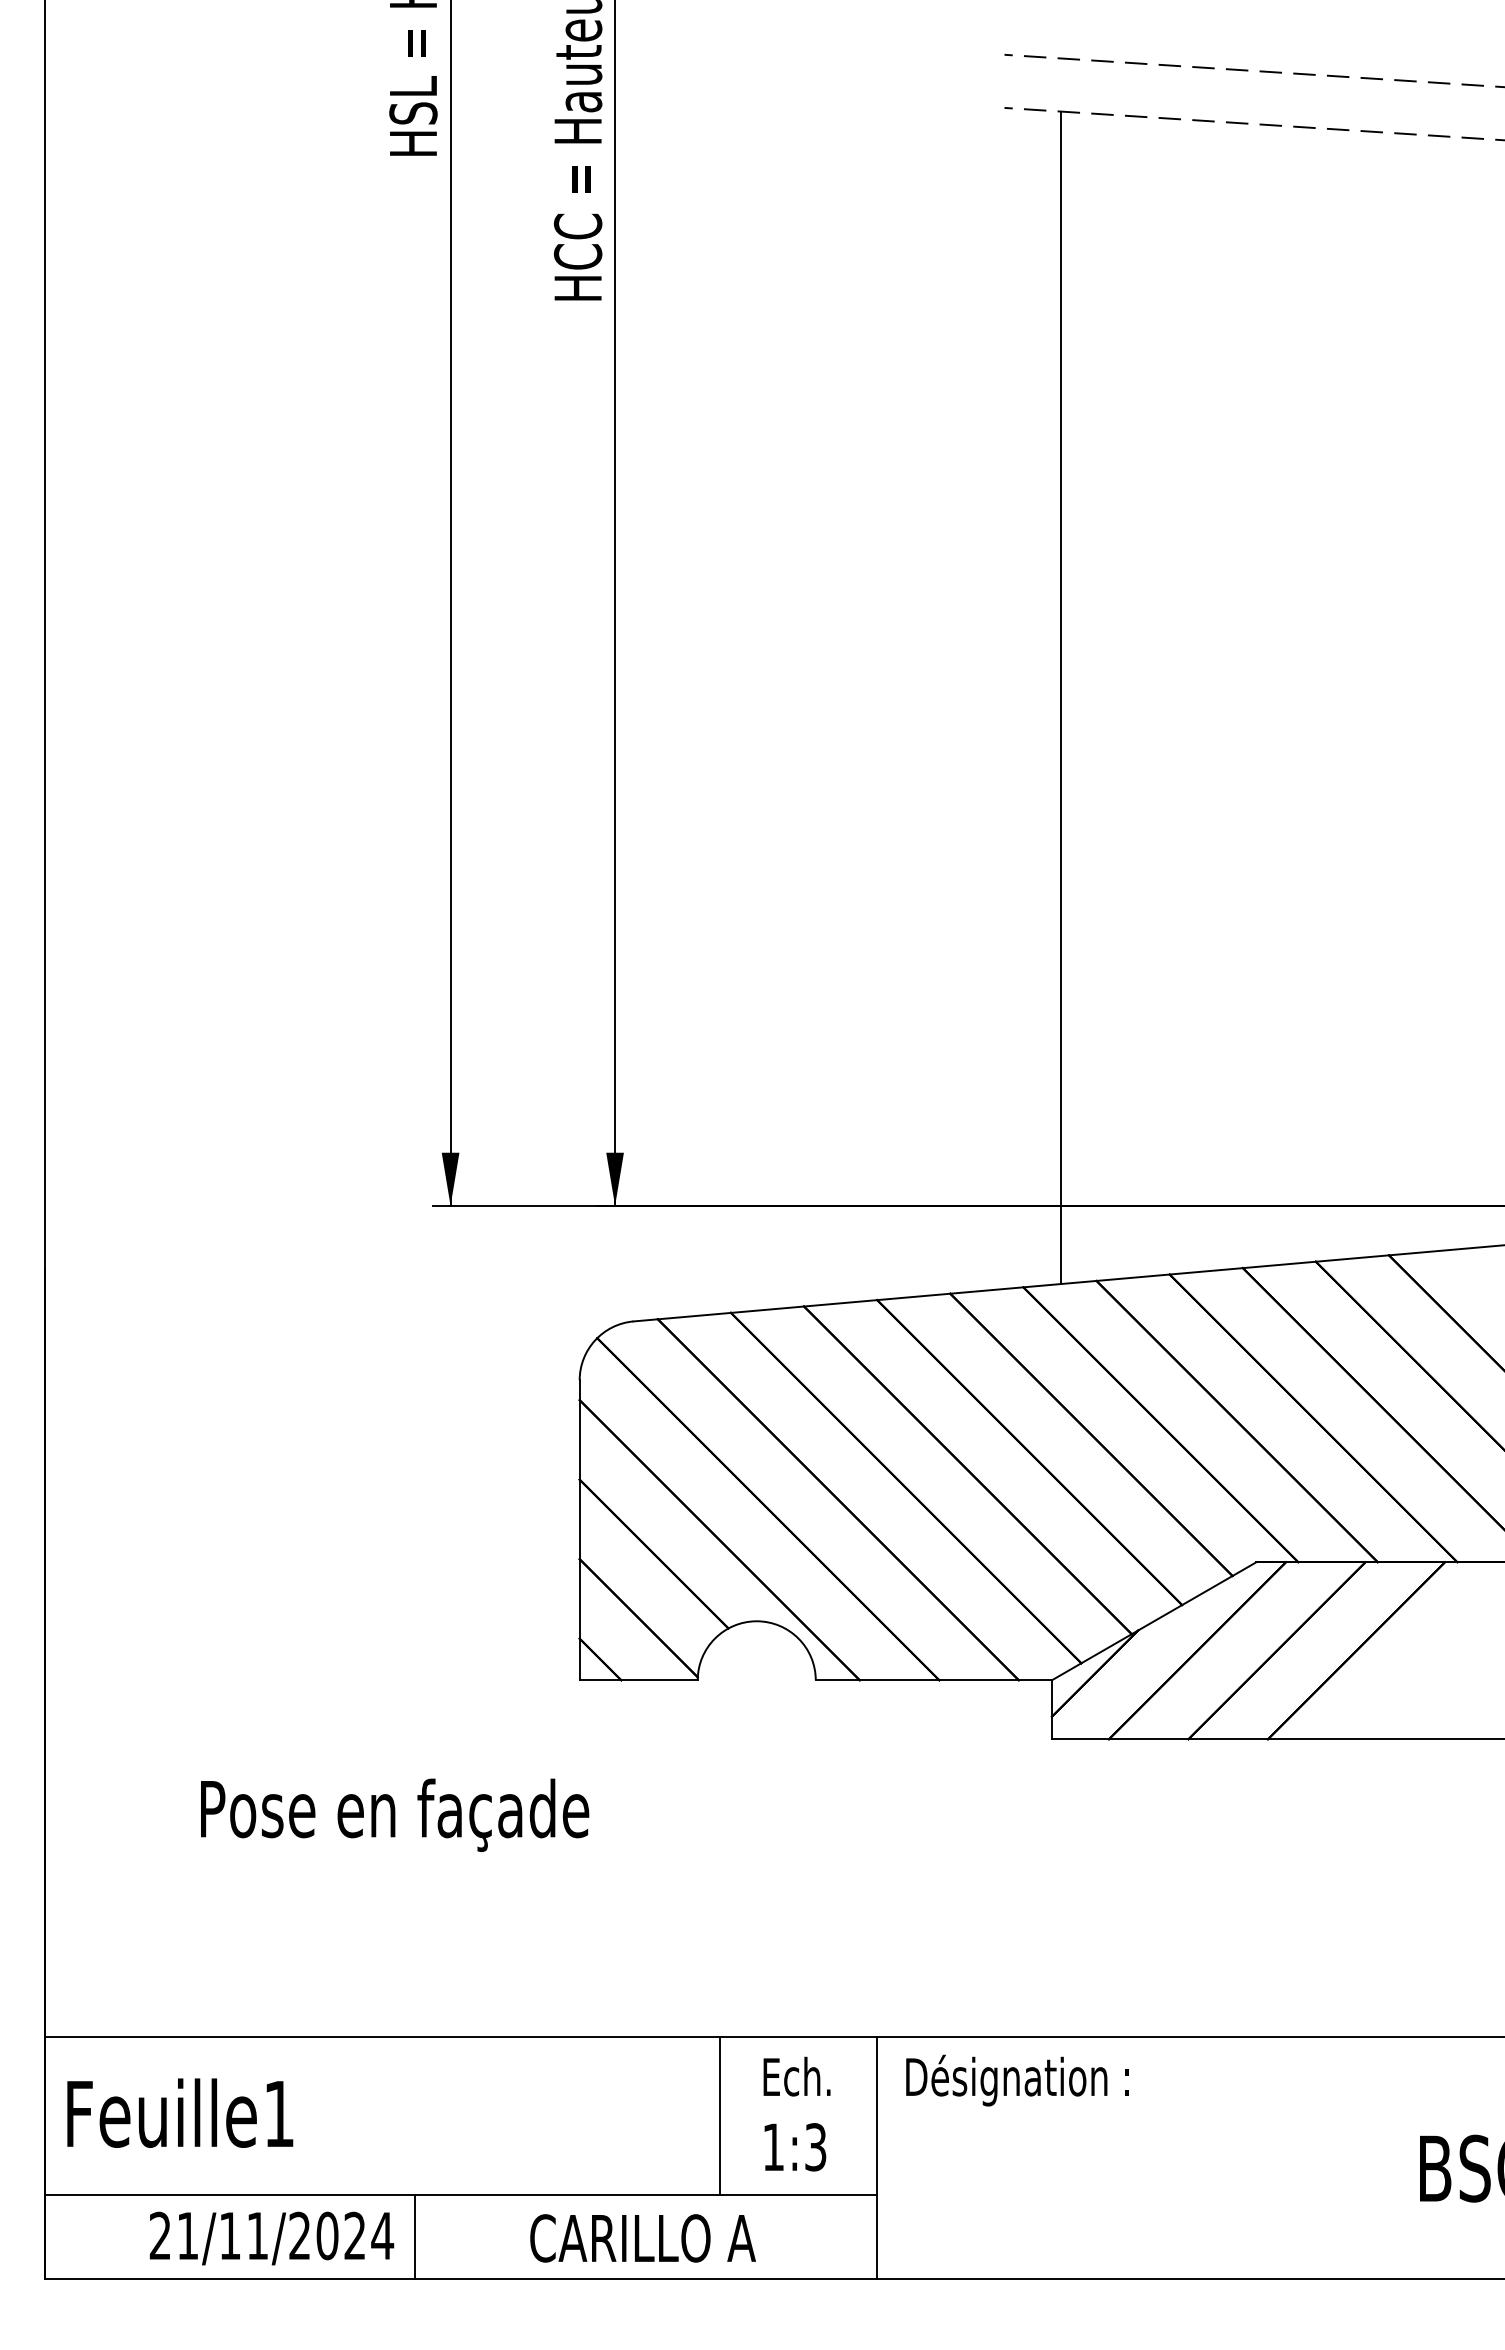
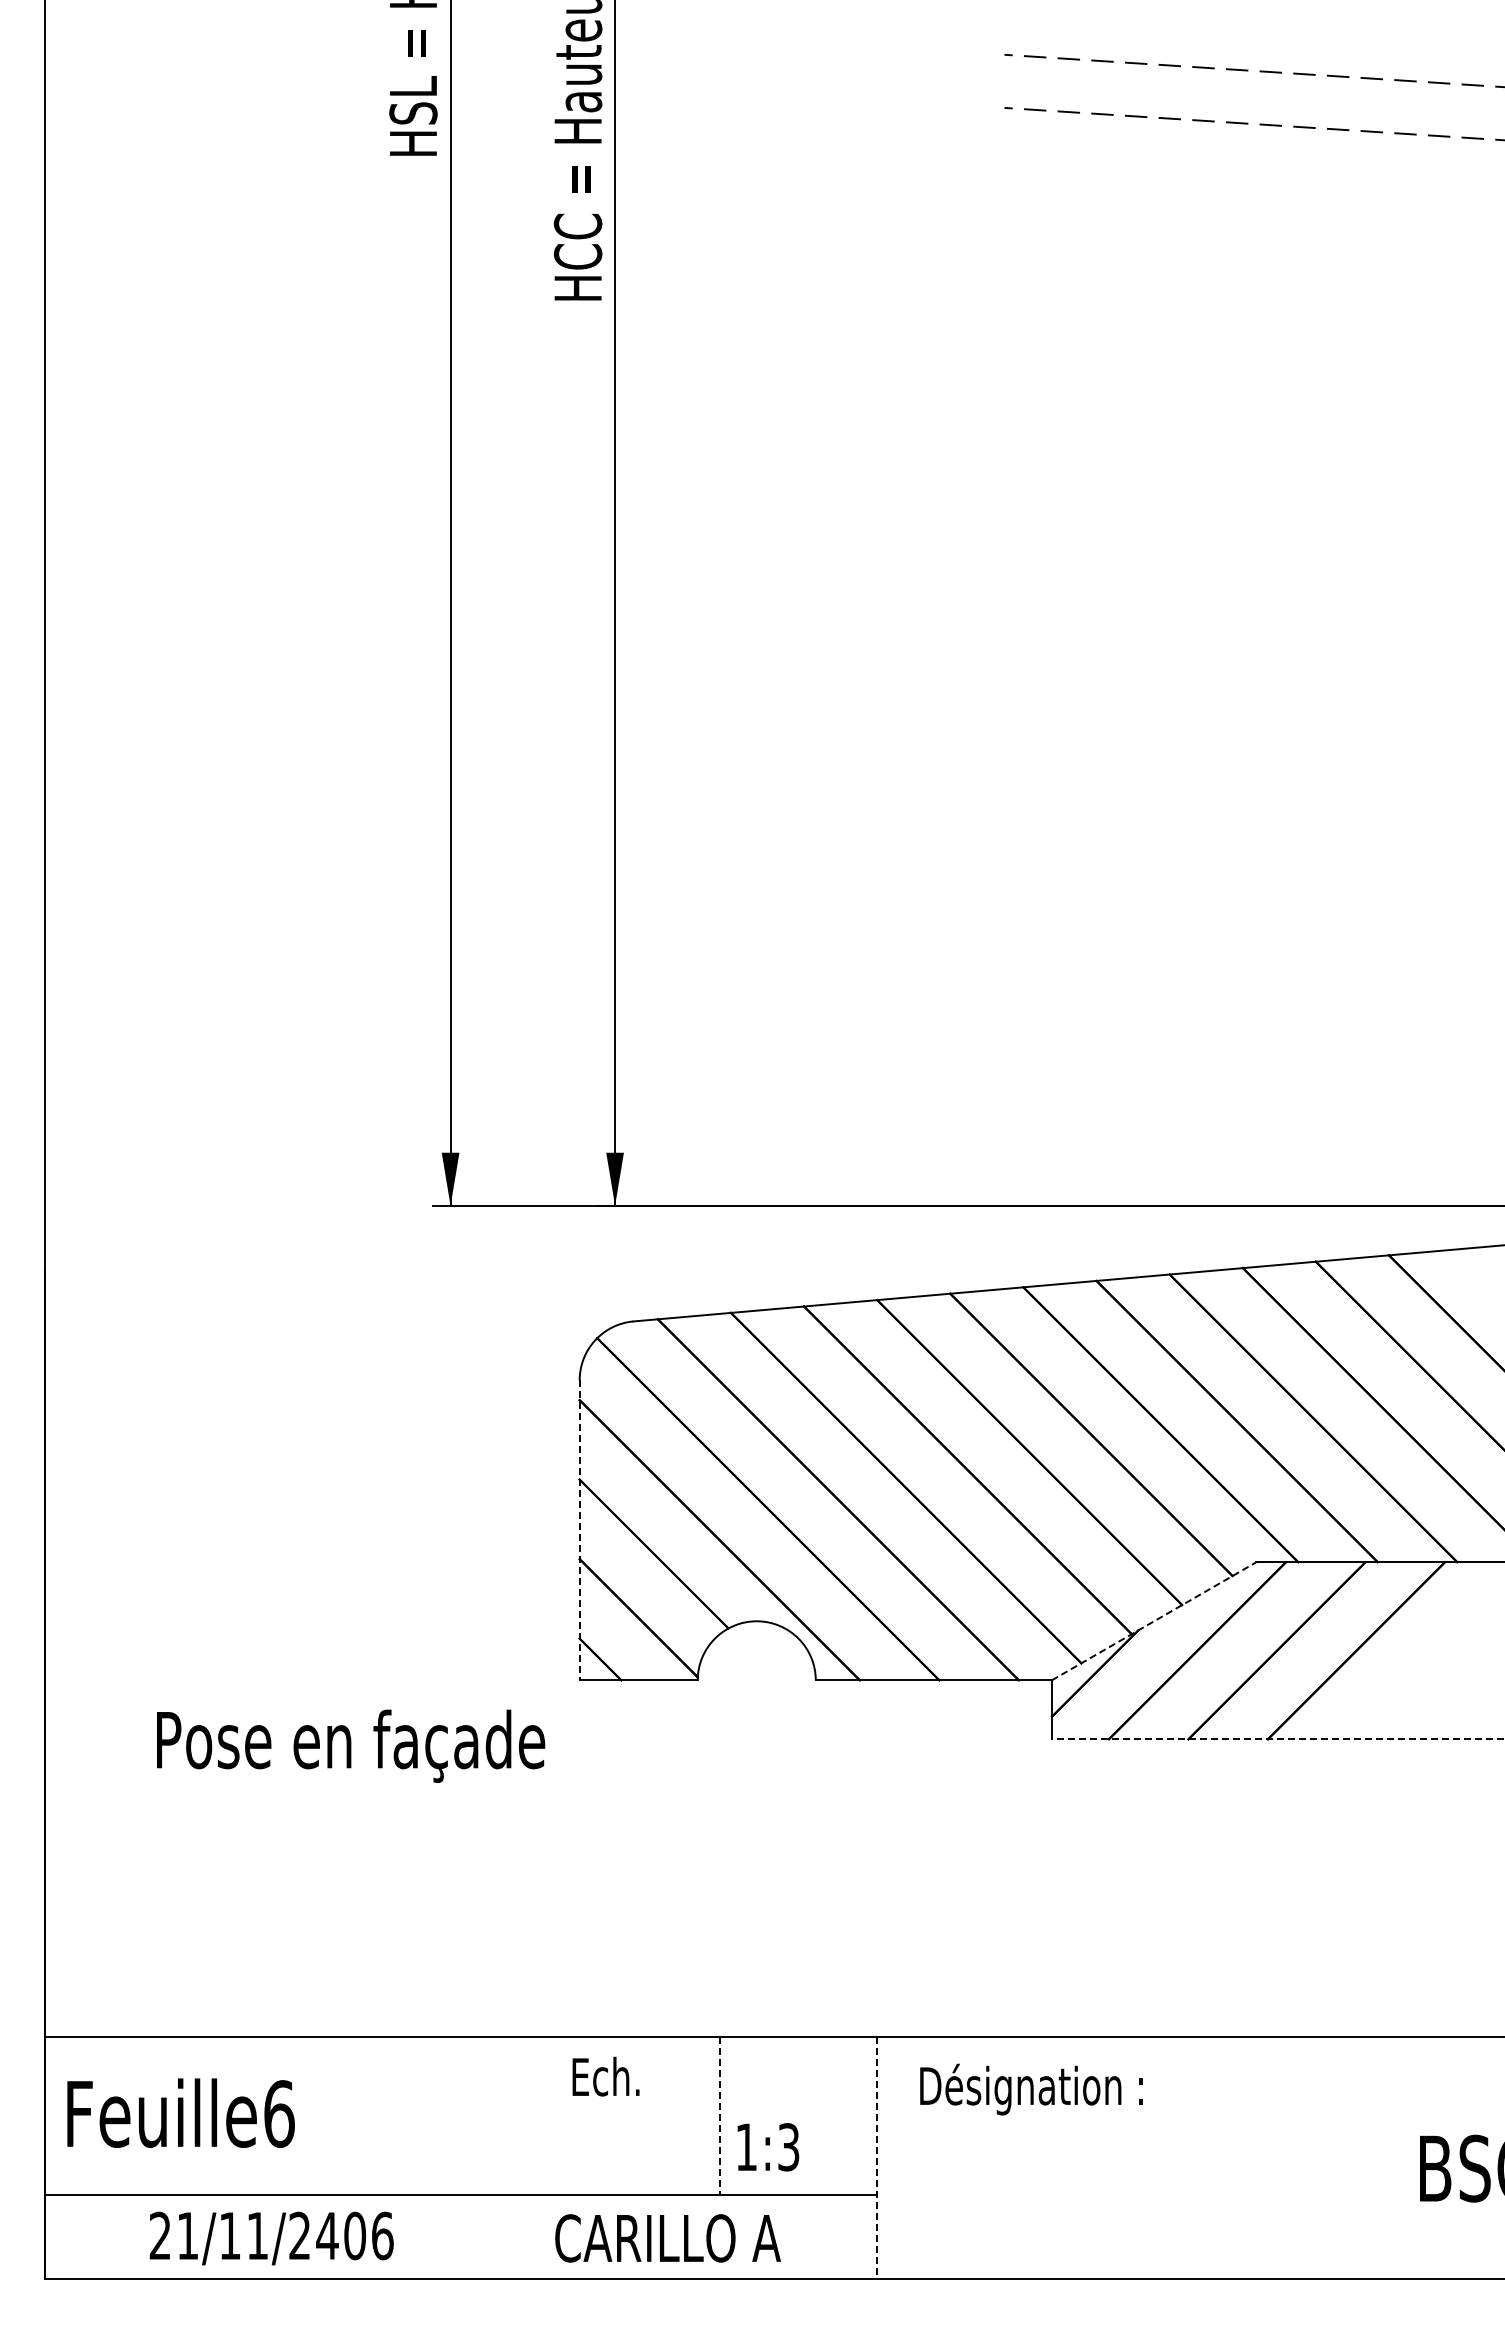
line at (1060, 697): present -> none
line at (579, 1530): solid -> dashed
line at (1154, 1621): solid -> dashed
line at (1277, 1739): solid -> dashed
text at (395, 1814) position: (395, 1814) -> (351, 1745)
text at (796, 2076) position: (796, 2076) -> (605, 2076)
text at (1017, 2080) position: (1017, 2080) -> (1031, 2089)
text at (279, 2113): Feuille1 -> Feuille6
line at (720, 2115): solid -> dashed
text at (795, 2147) position: (795, 2147) -> (768, 2147)
line at (876, 2158): solid -> dashed
text at (355, 2235): 21/11/2024 -> 21/11/2406
line at (415, 2236): present -> none
text at (642, 2238) position: (642, 2238) -> (667, 2238)
